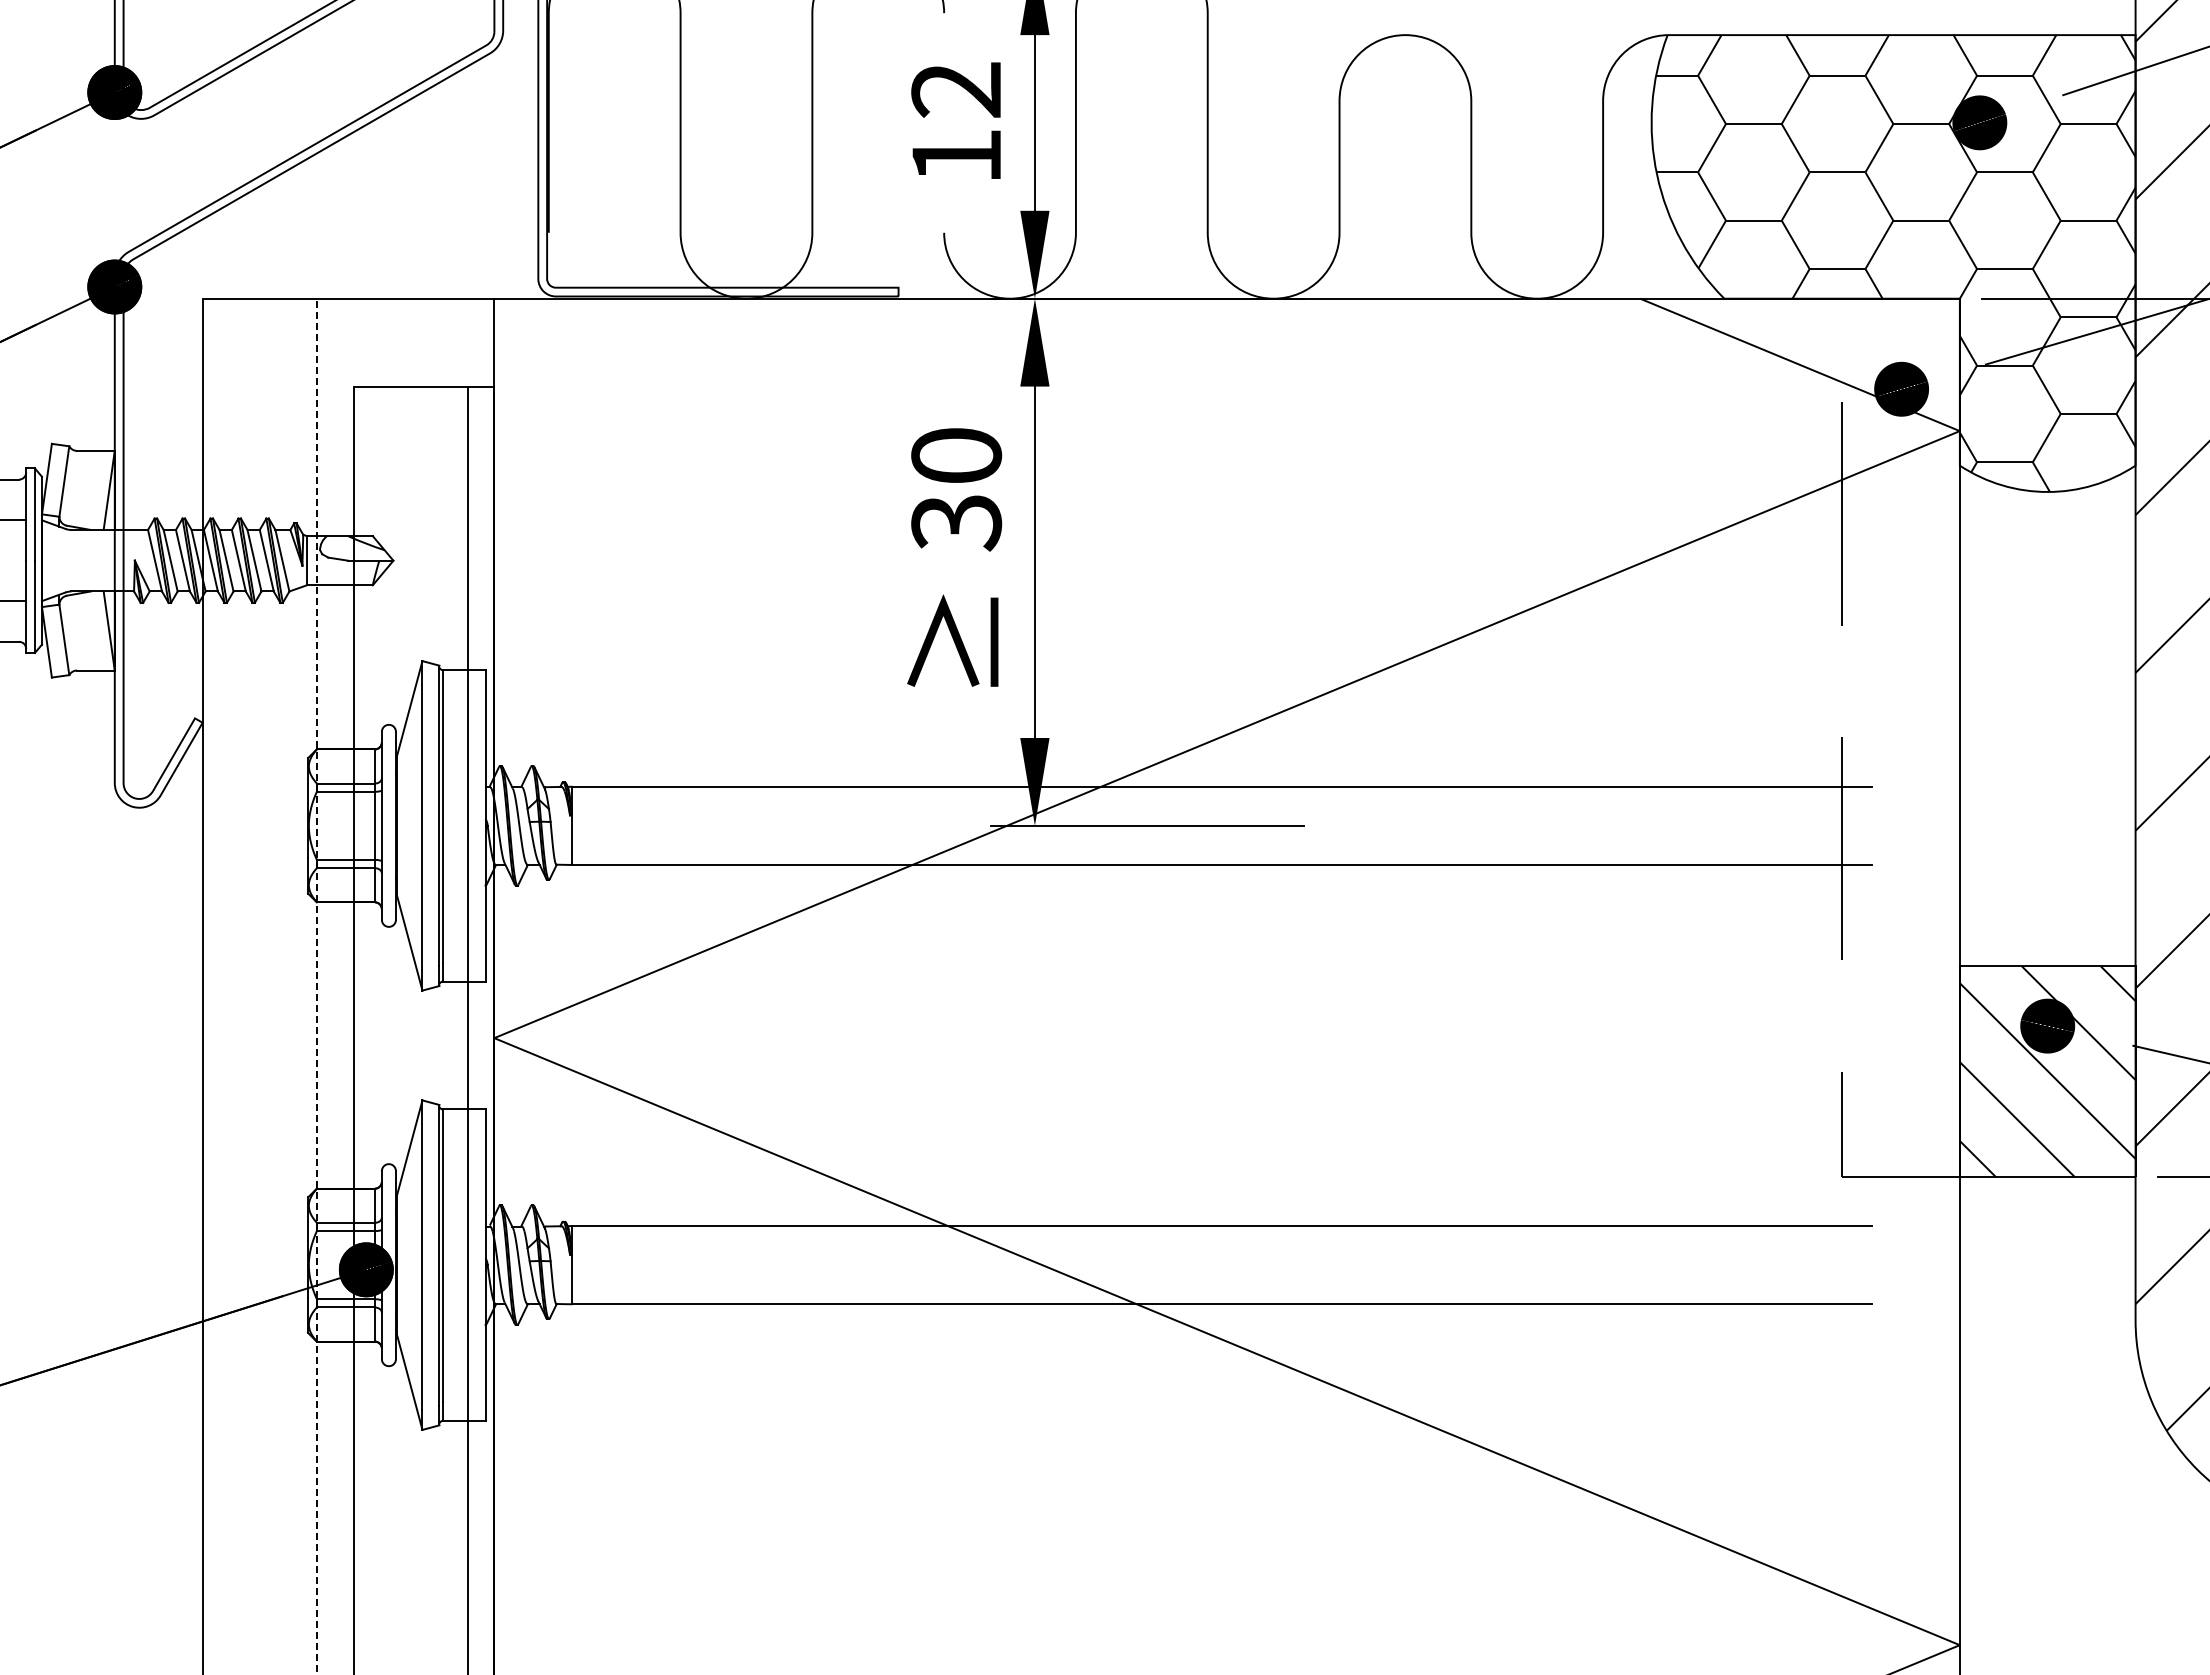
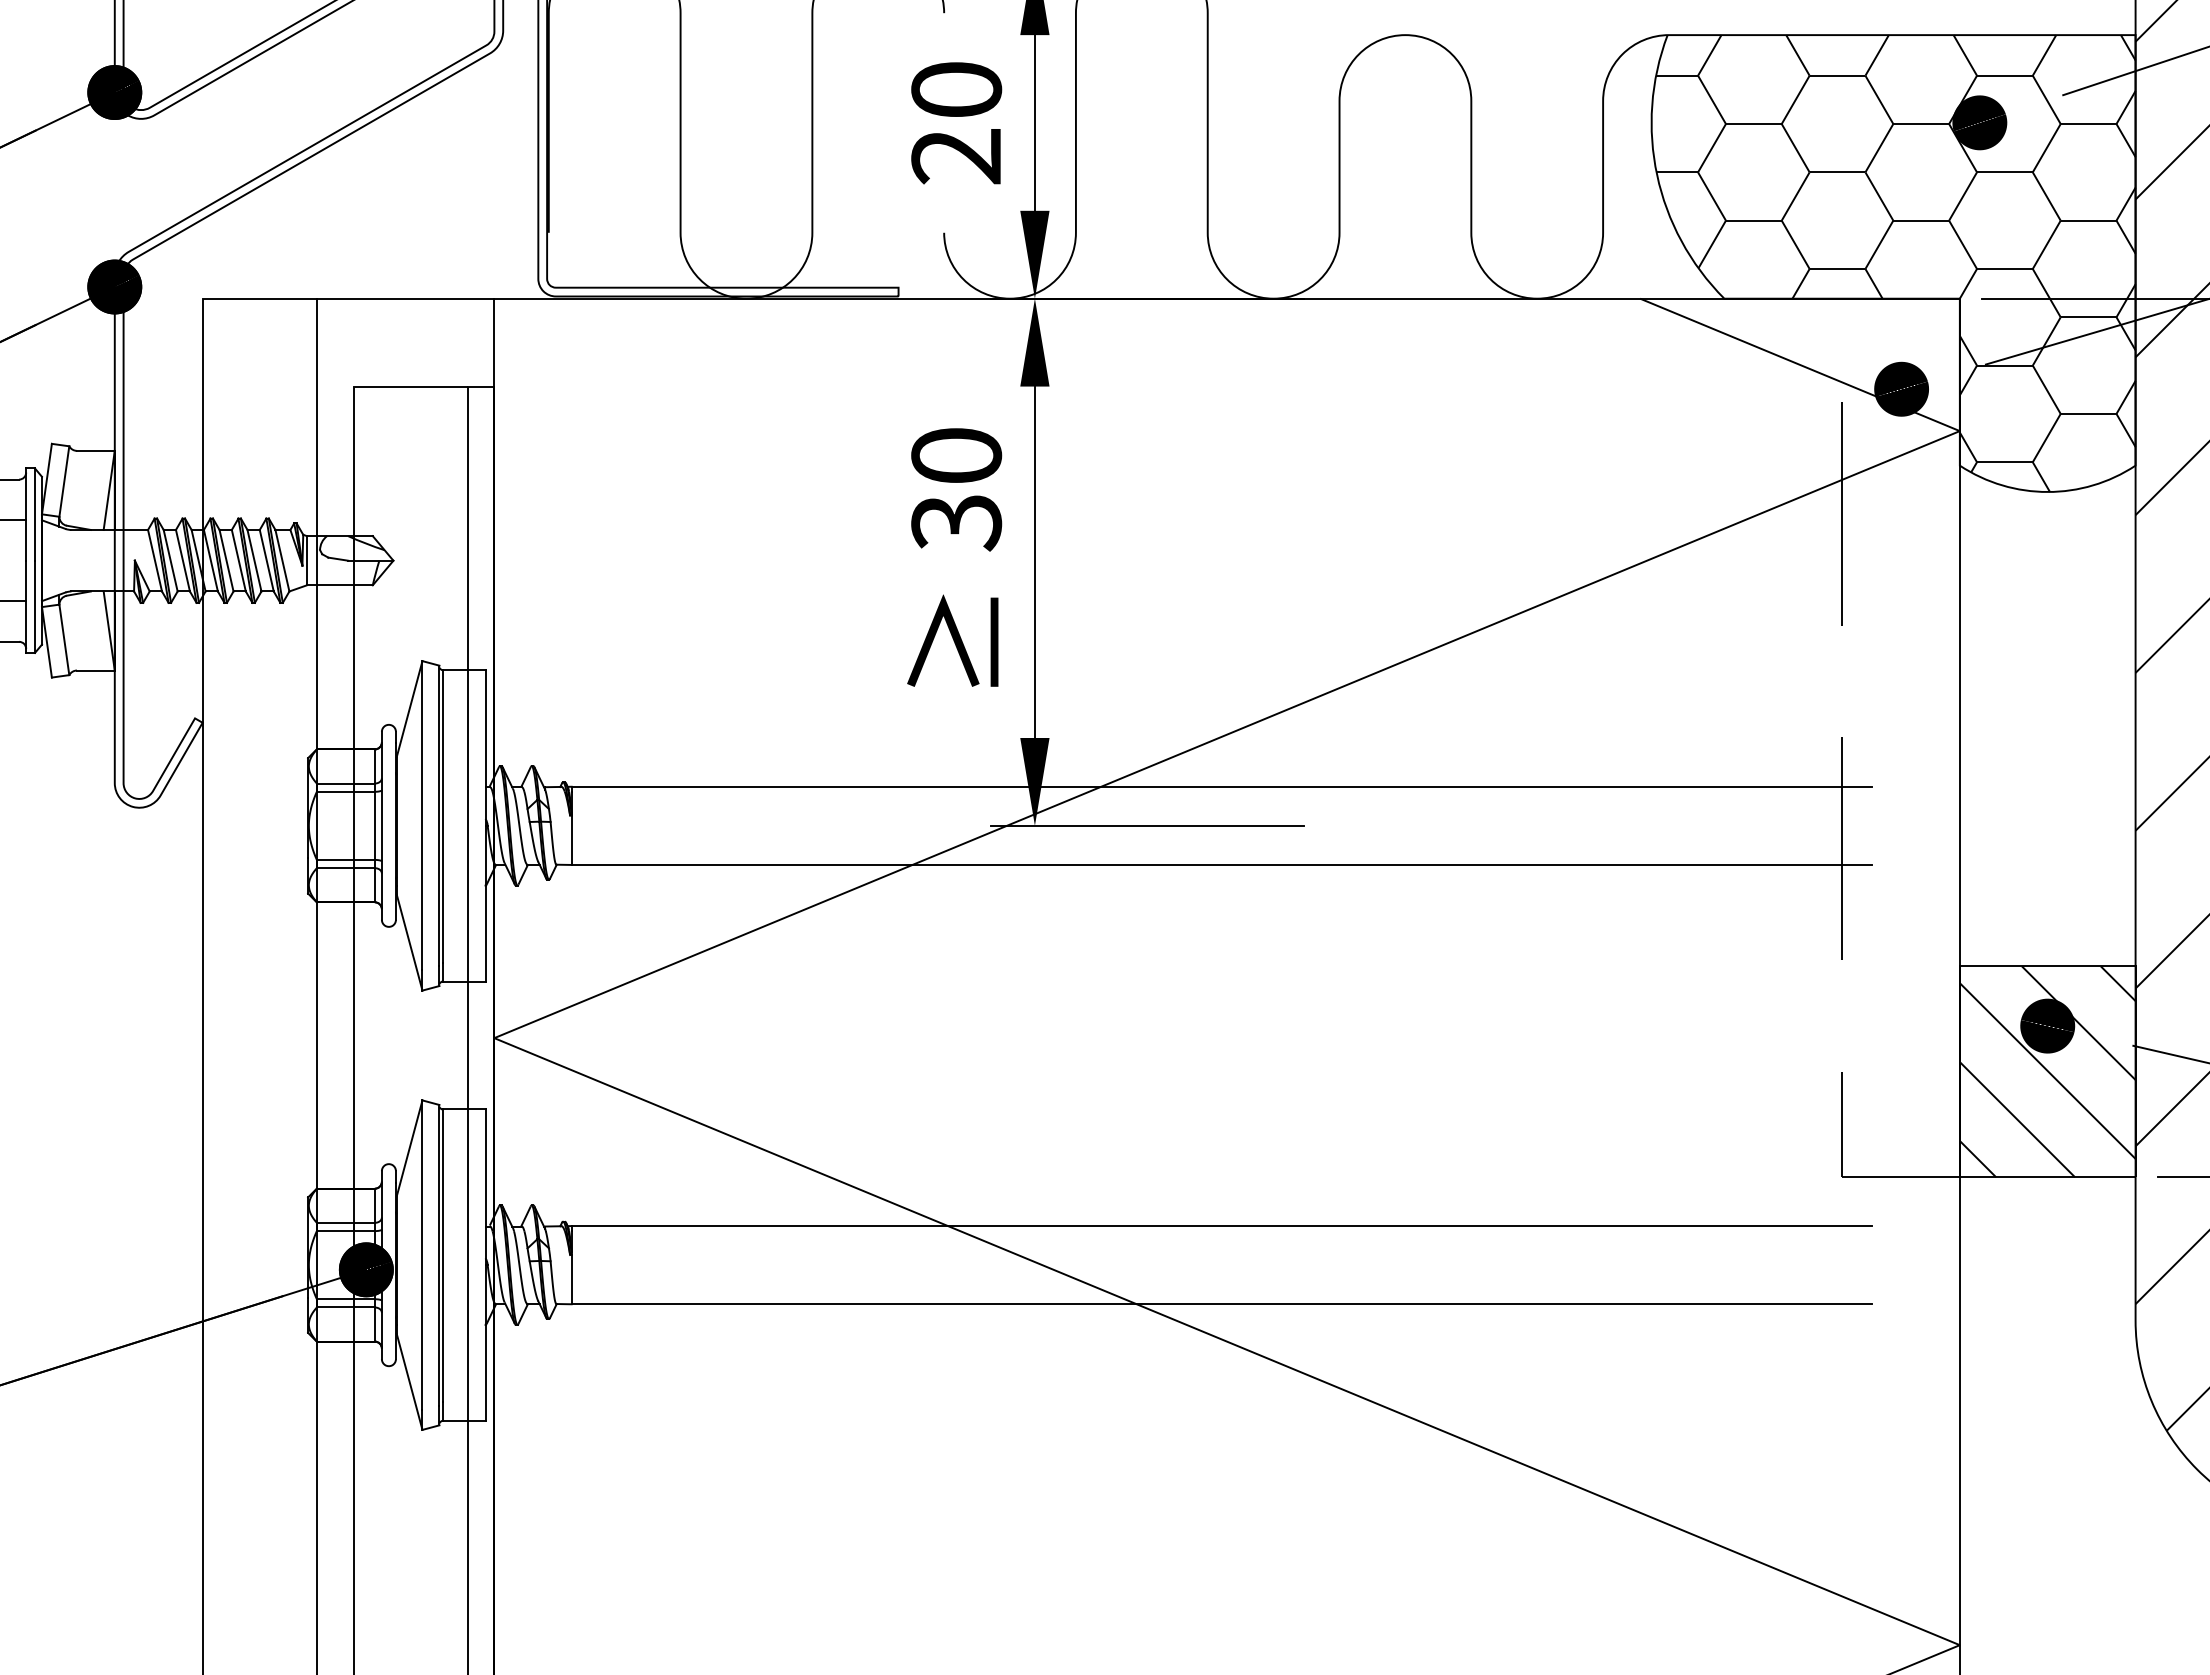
text at (956, 123): 12 -> 20
line at (316, 986): dashed -> solid
